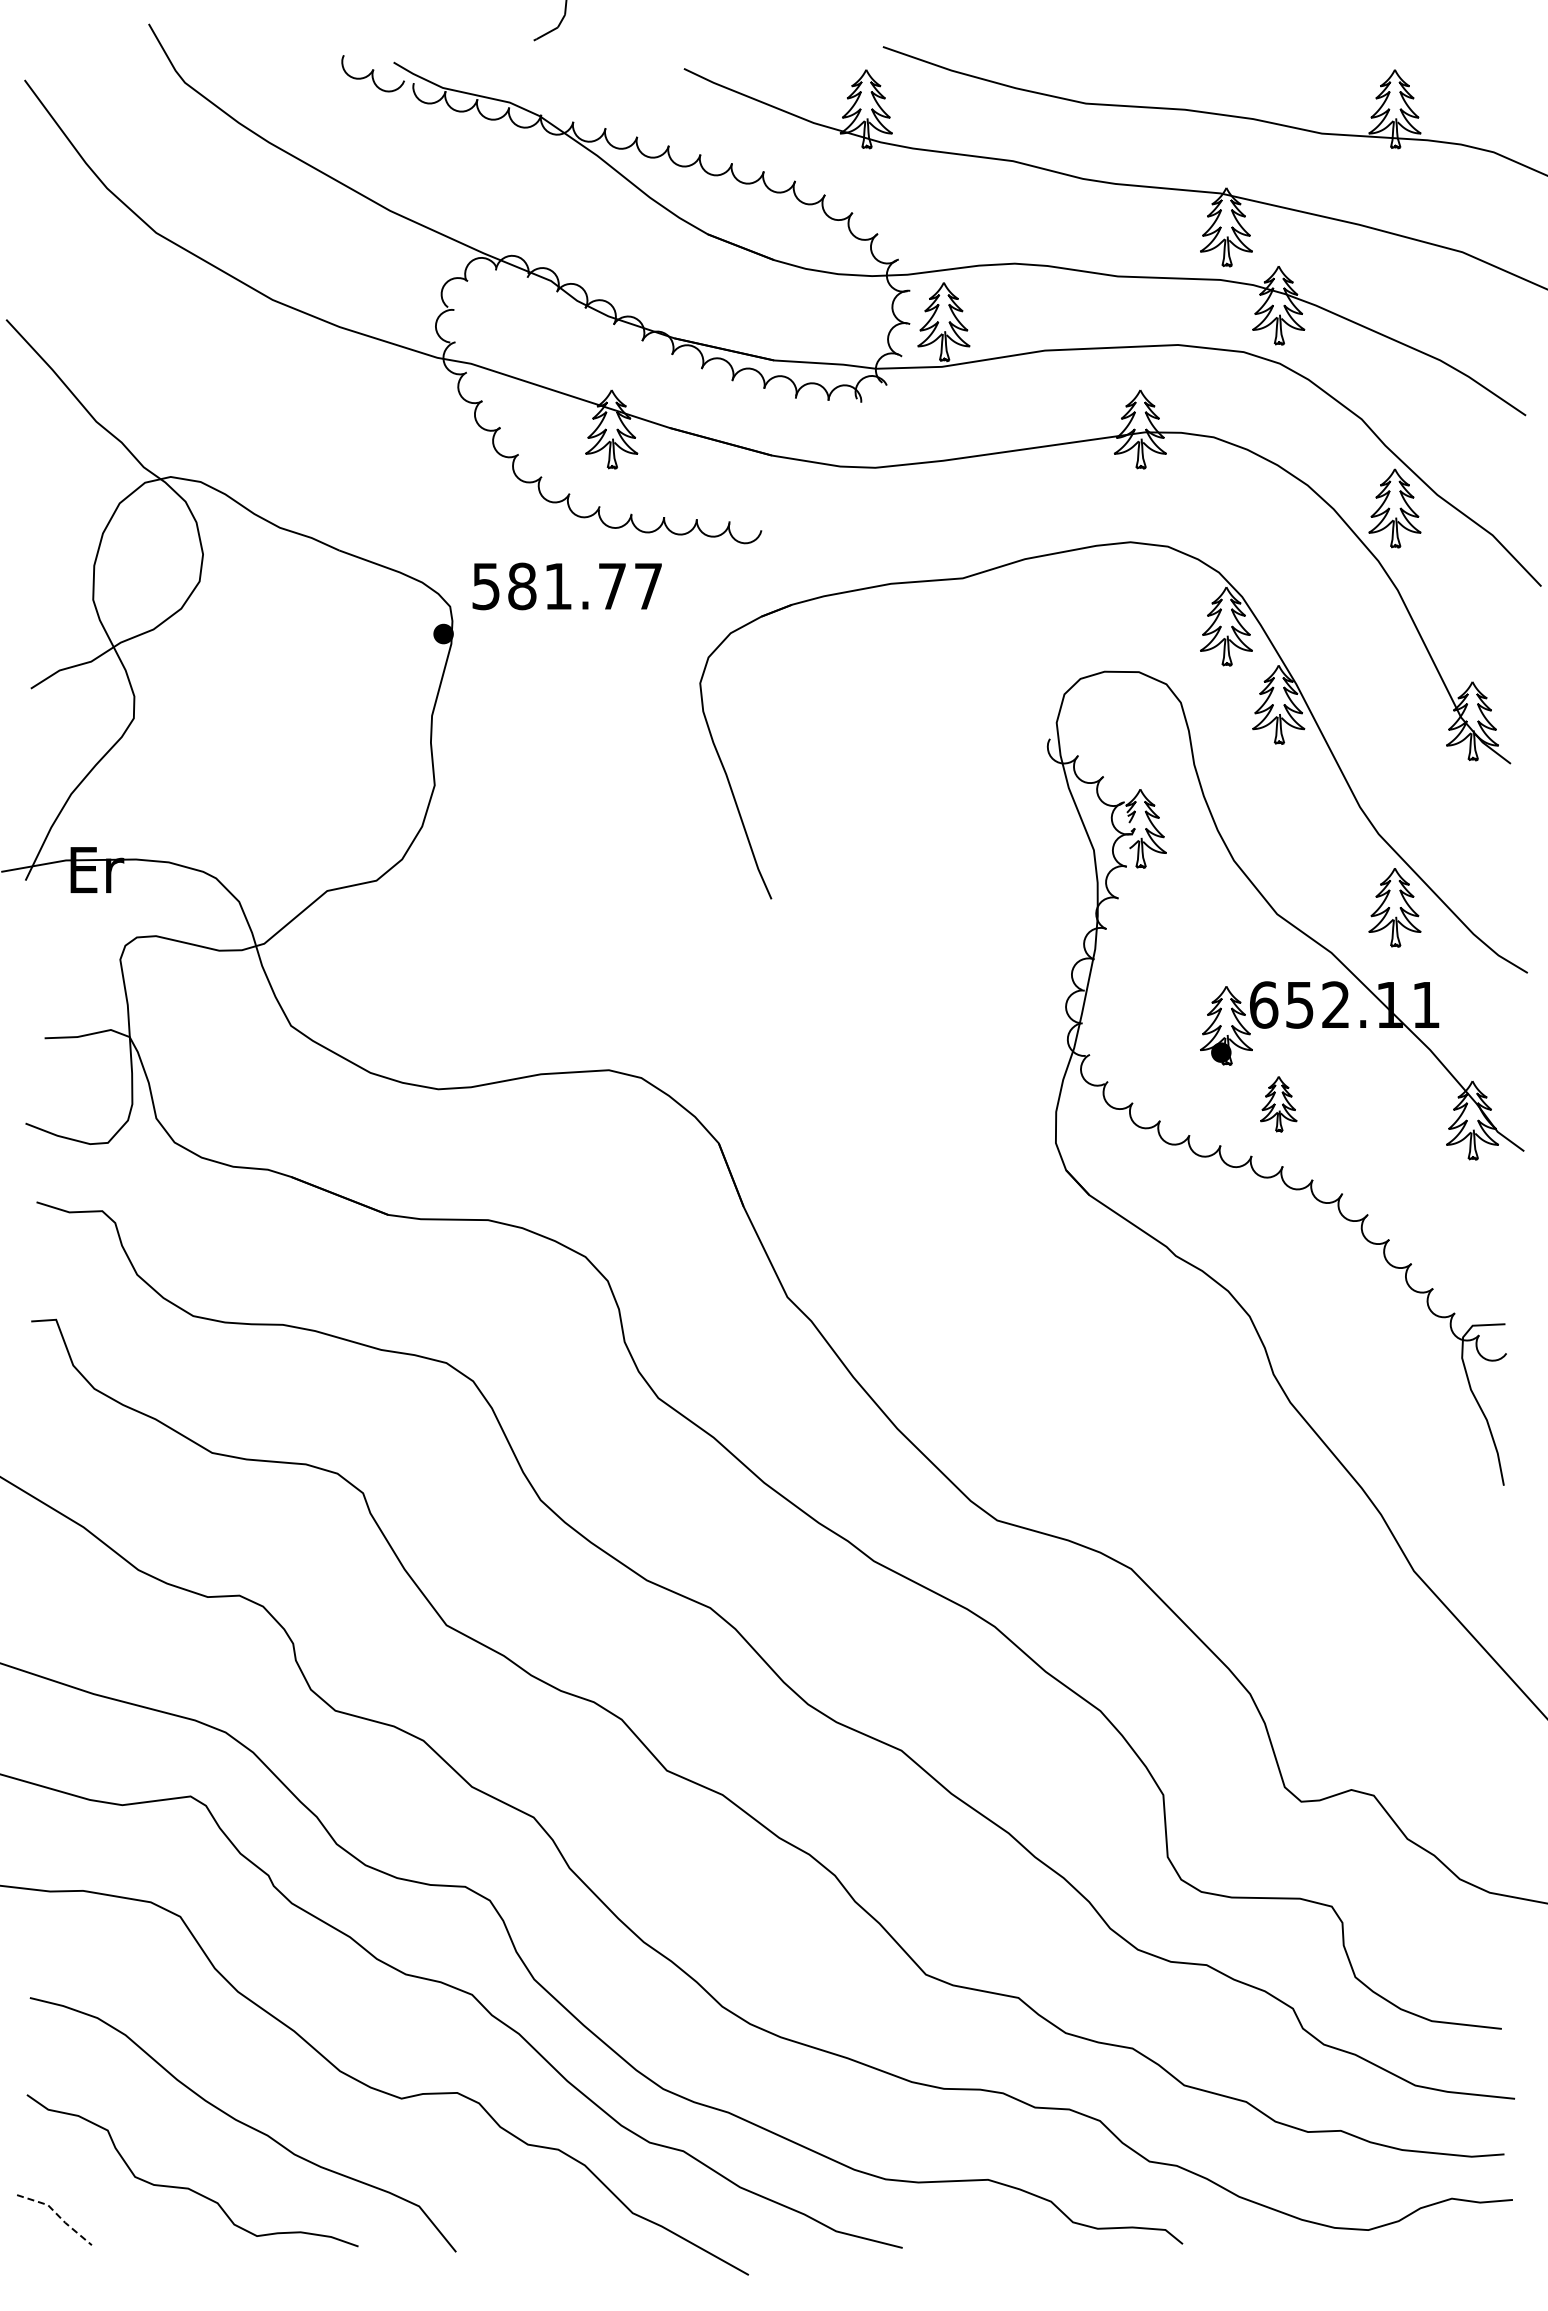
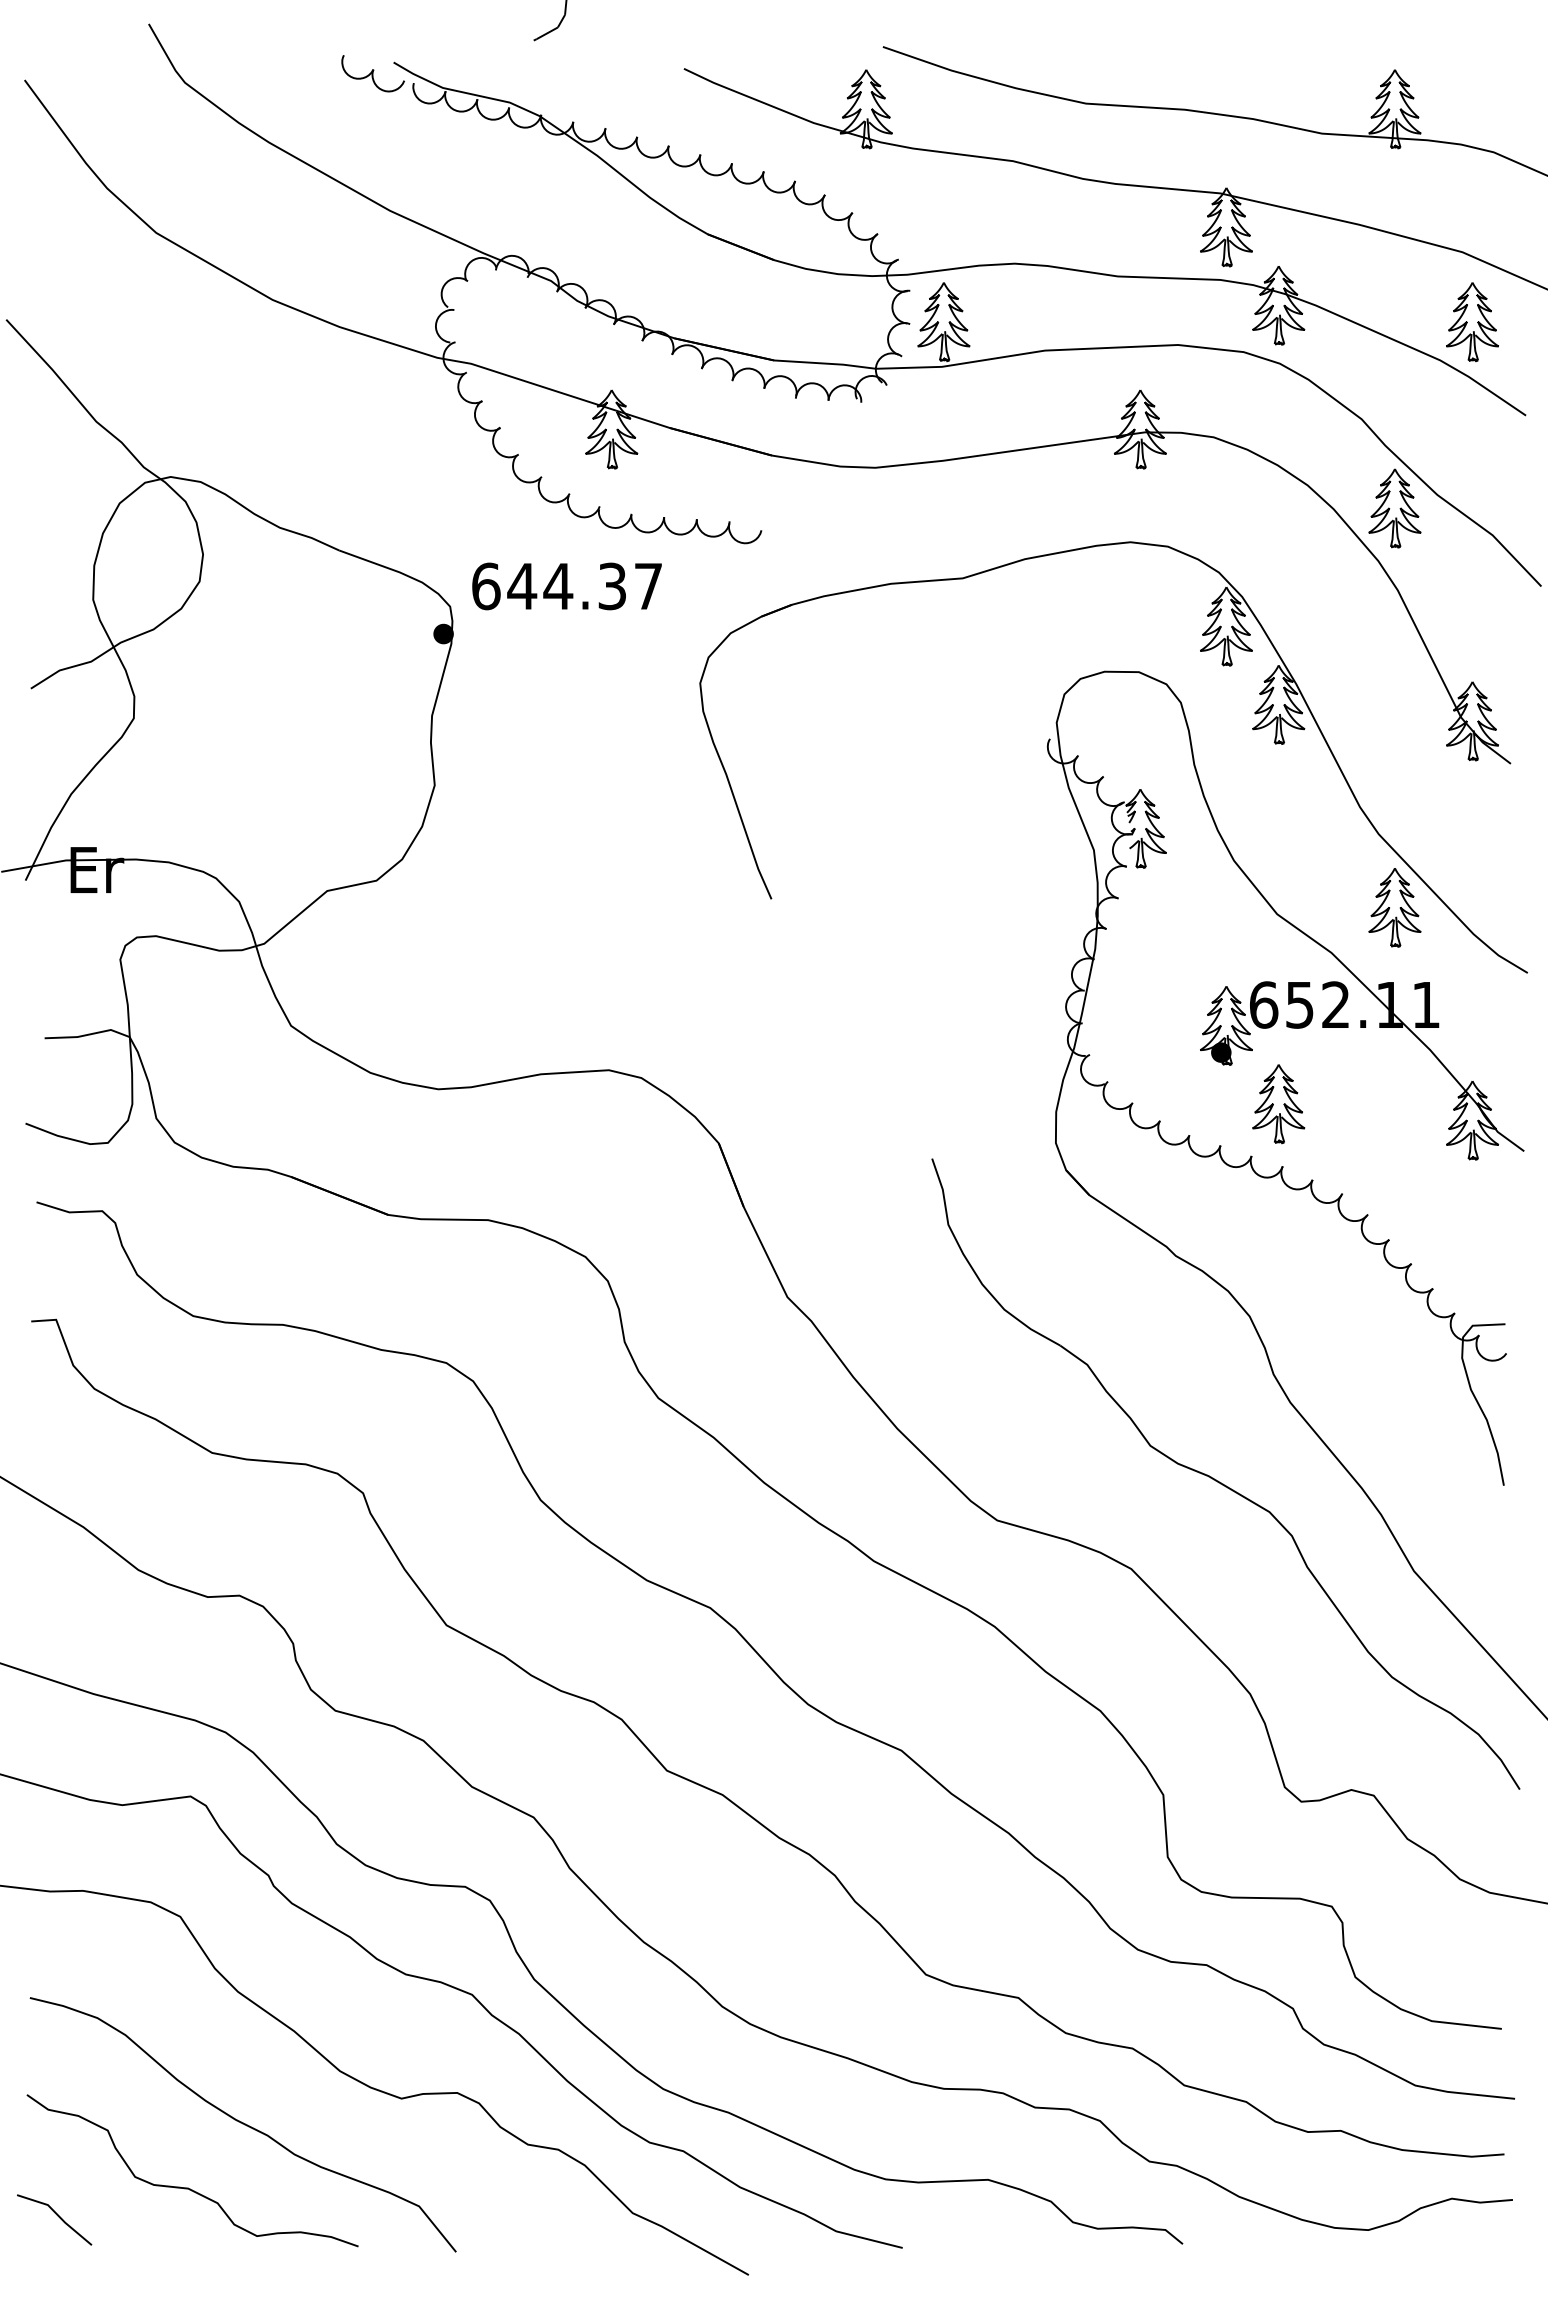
part at (1472, 322): none -> present
text at (548, 586): 581.77 -> 644.37
part at (1278, 1104) size: 38x57 px -> 54x81 px
part at (1221, 1482): none -> present
line at (57, 2214): dashed -> solid
